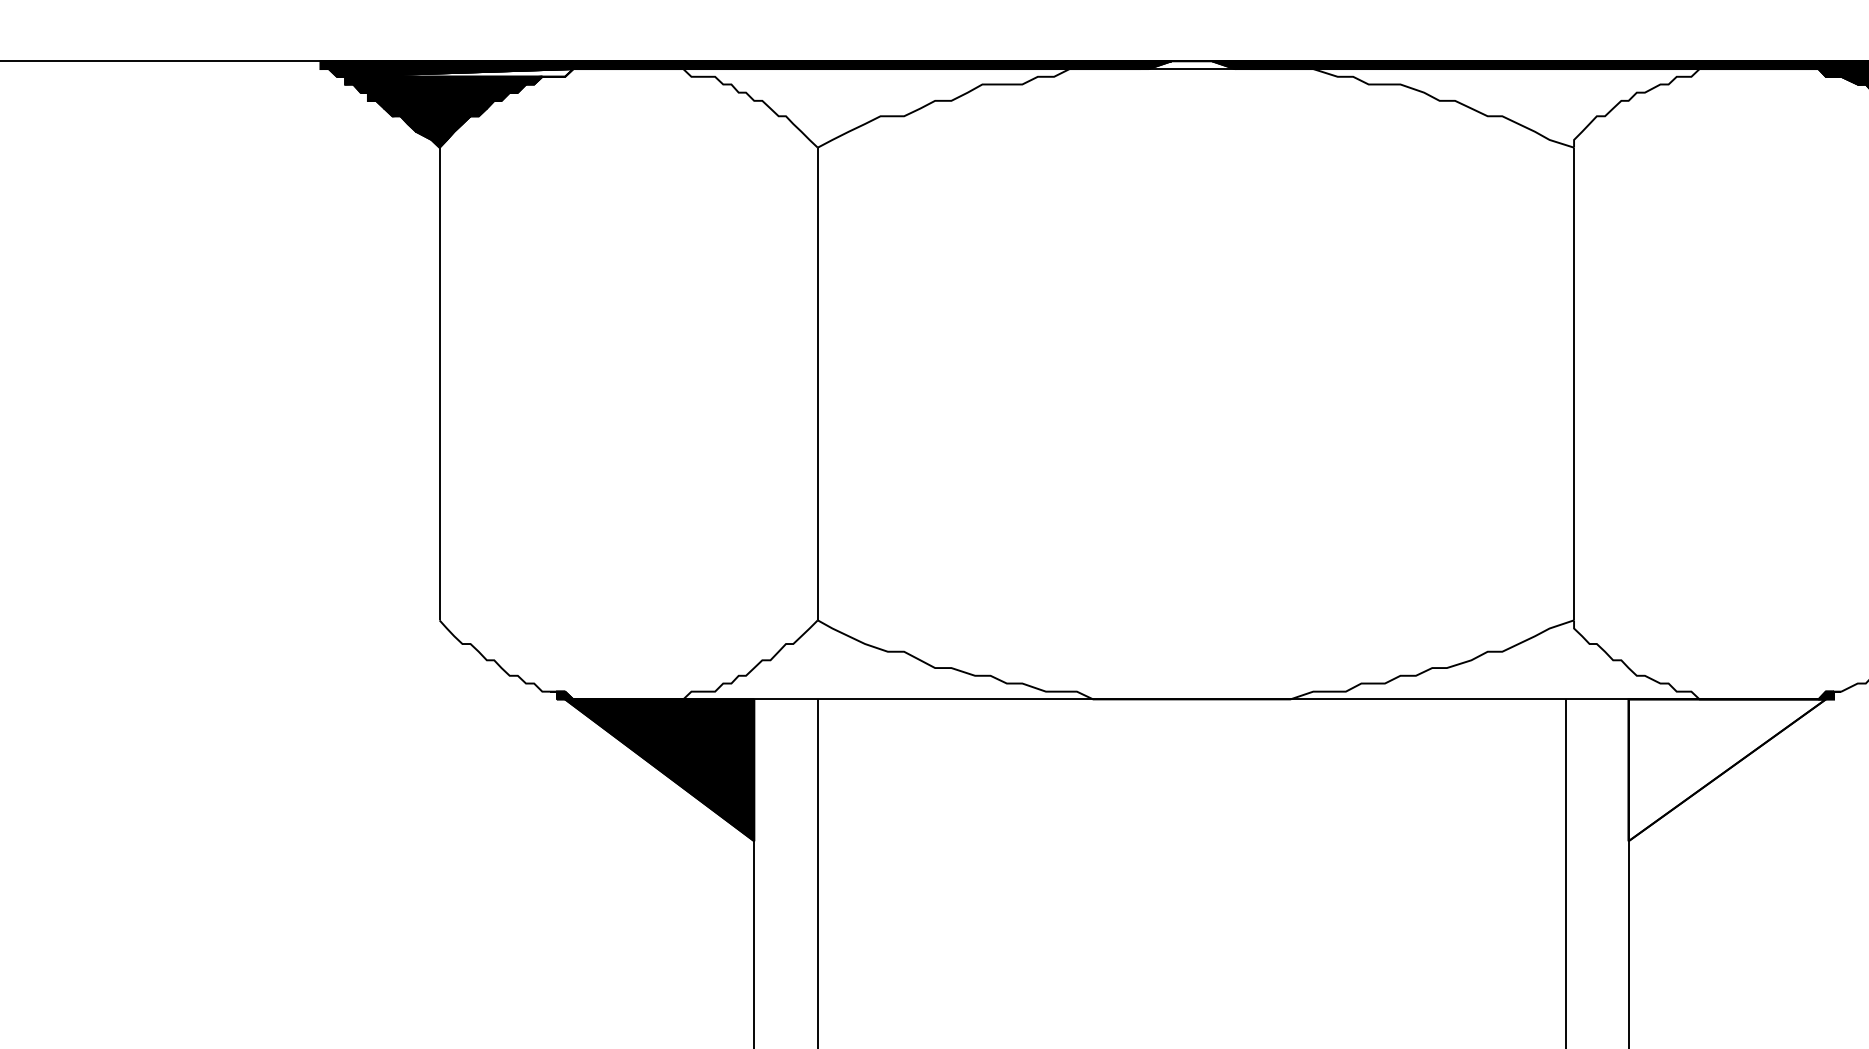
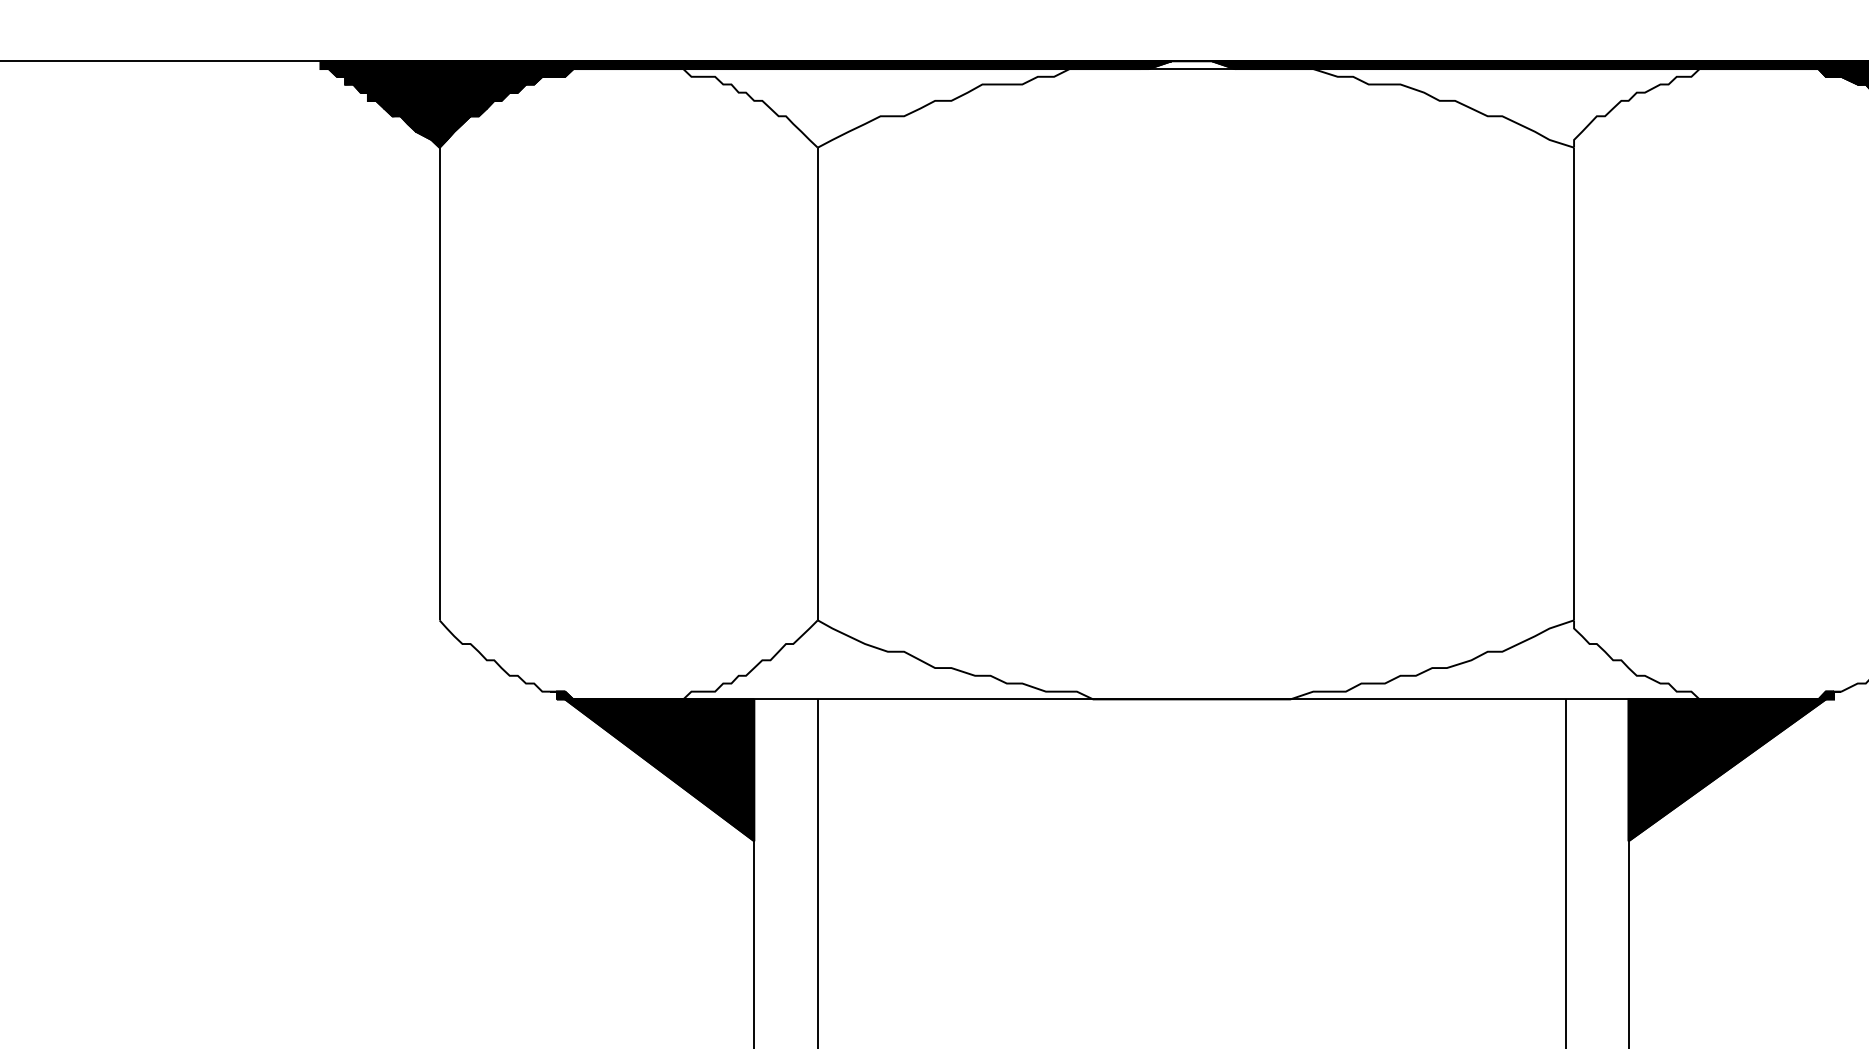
fill at (454, 72): none -> present
fill at (1726, 770): none -> present
